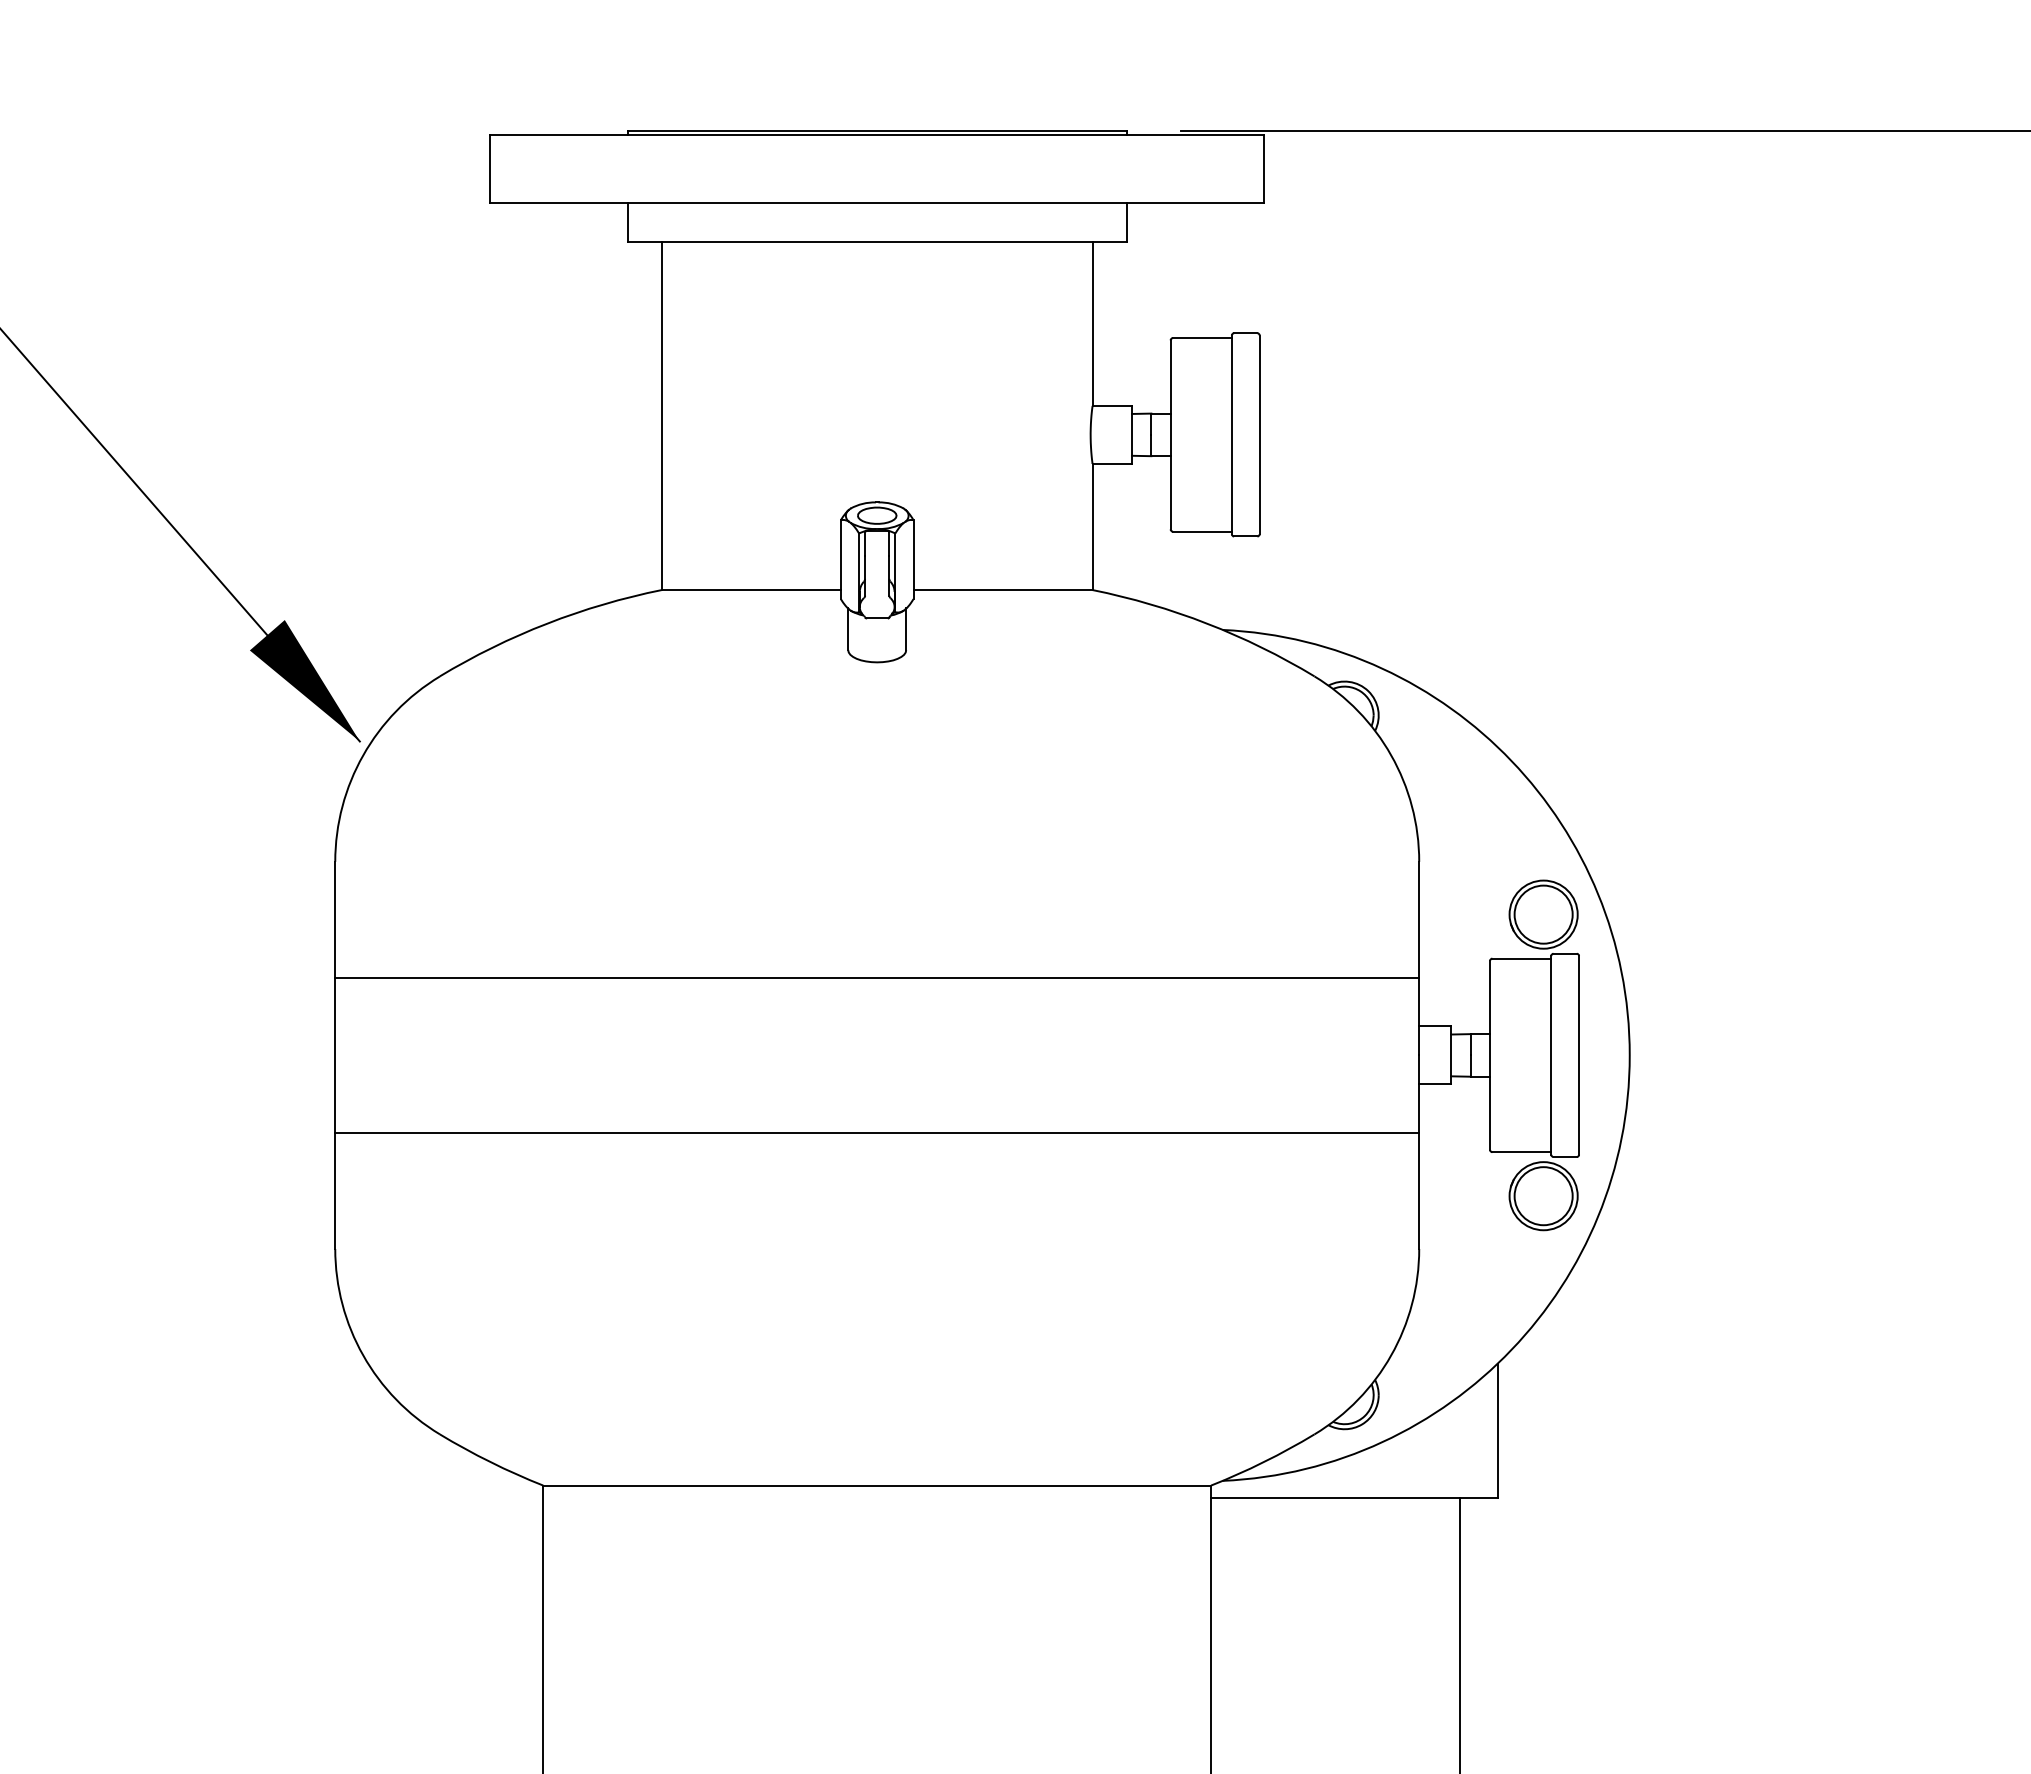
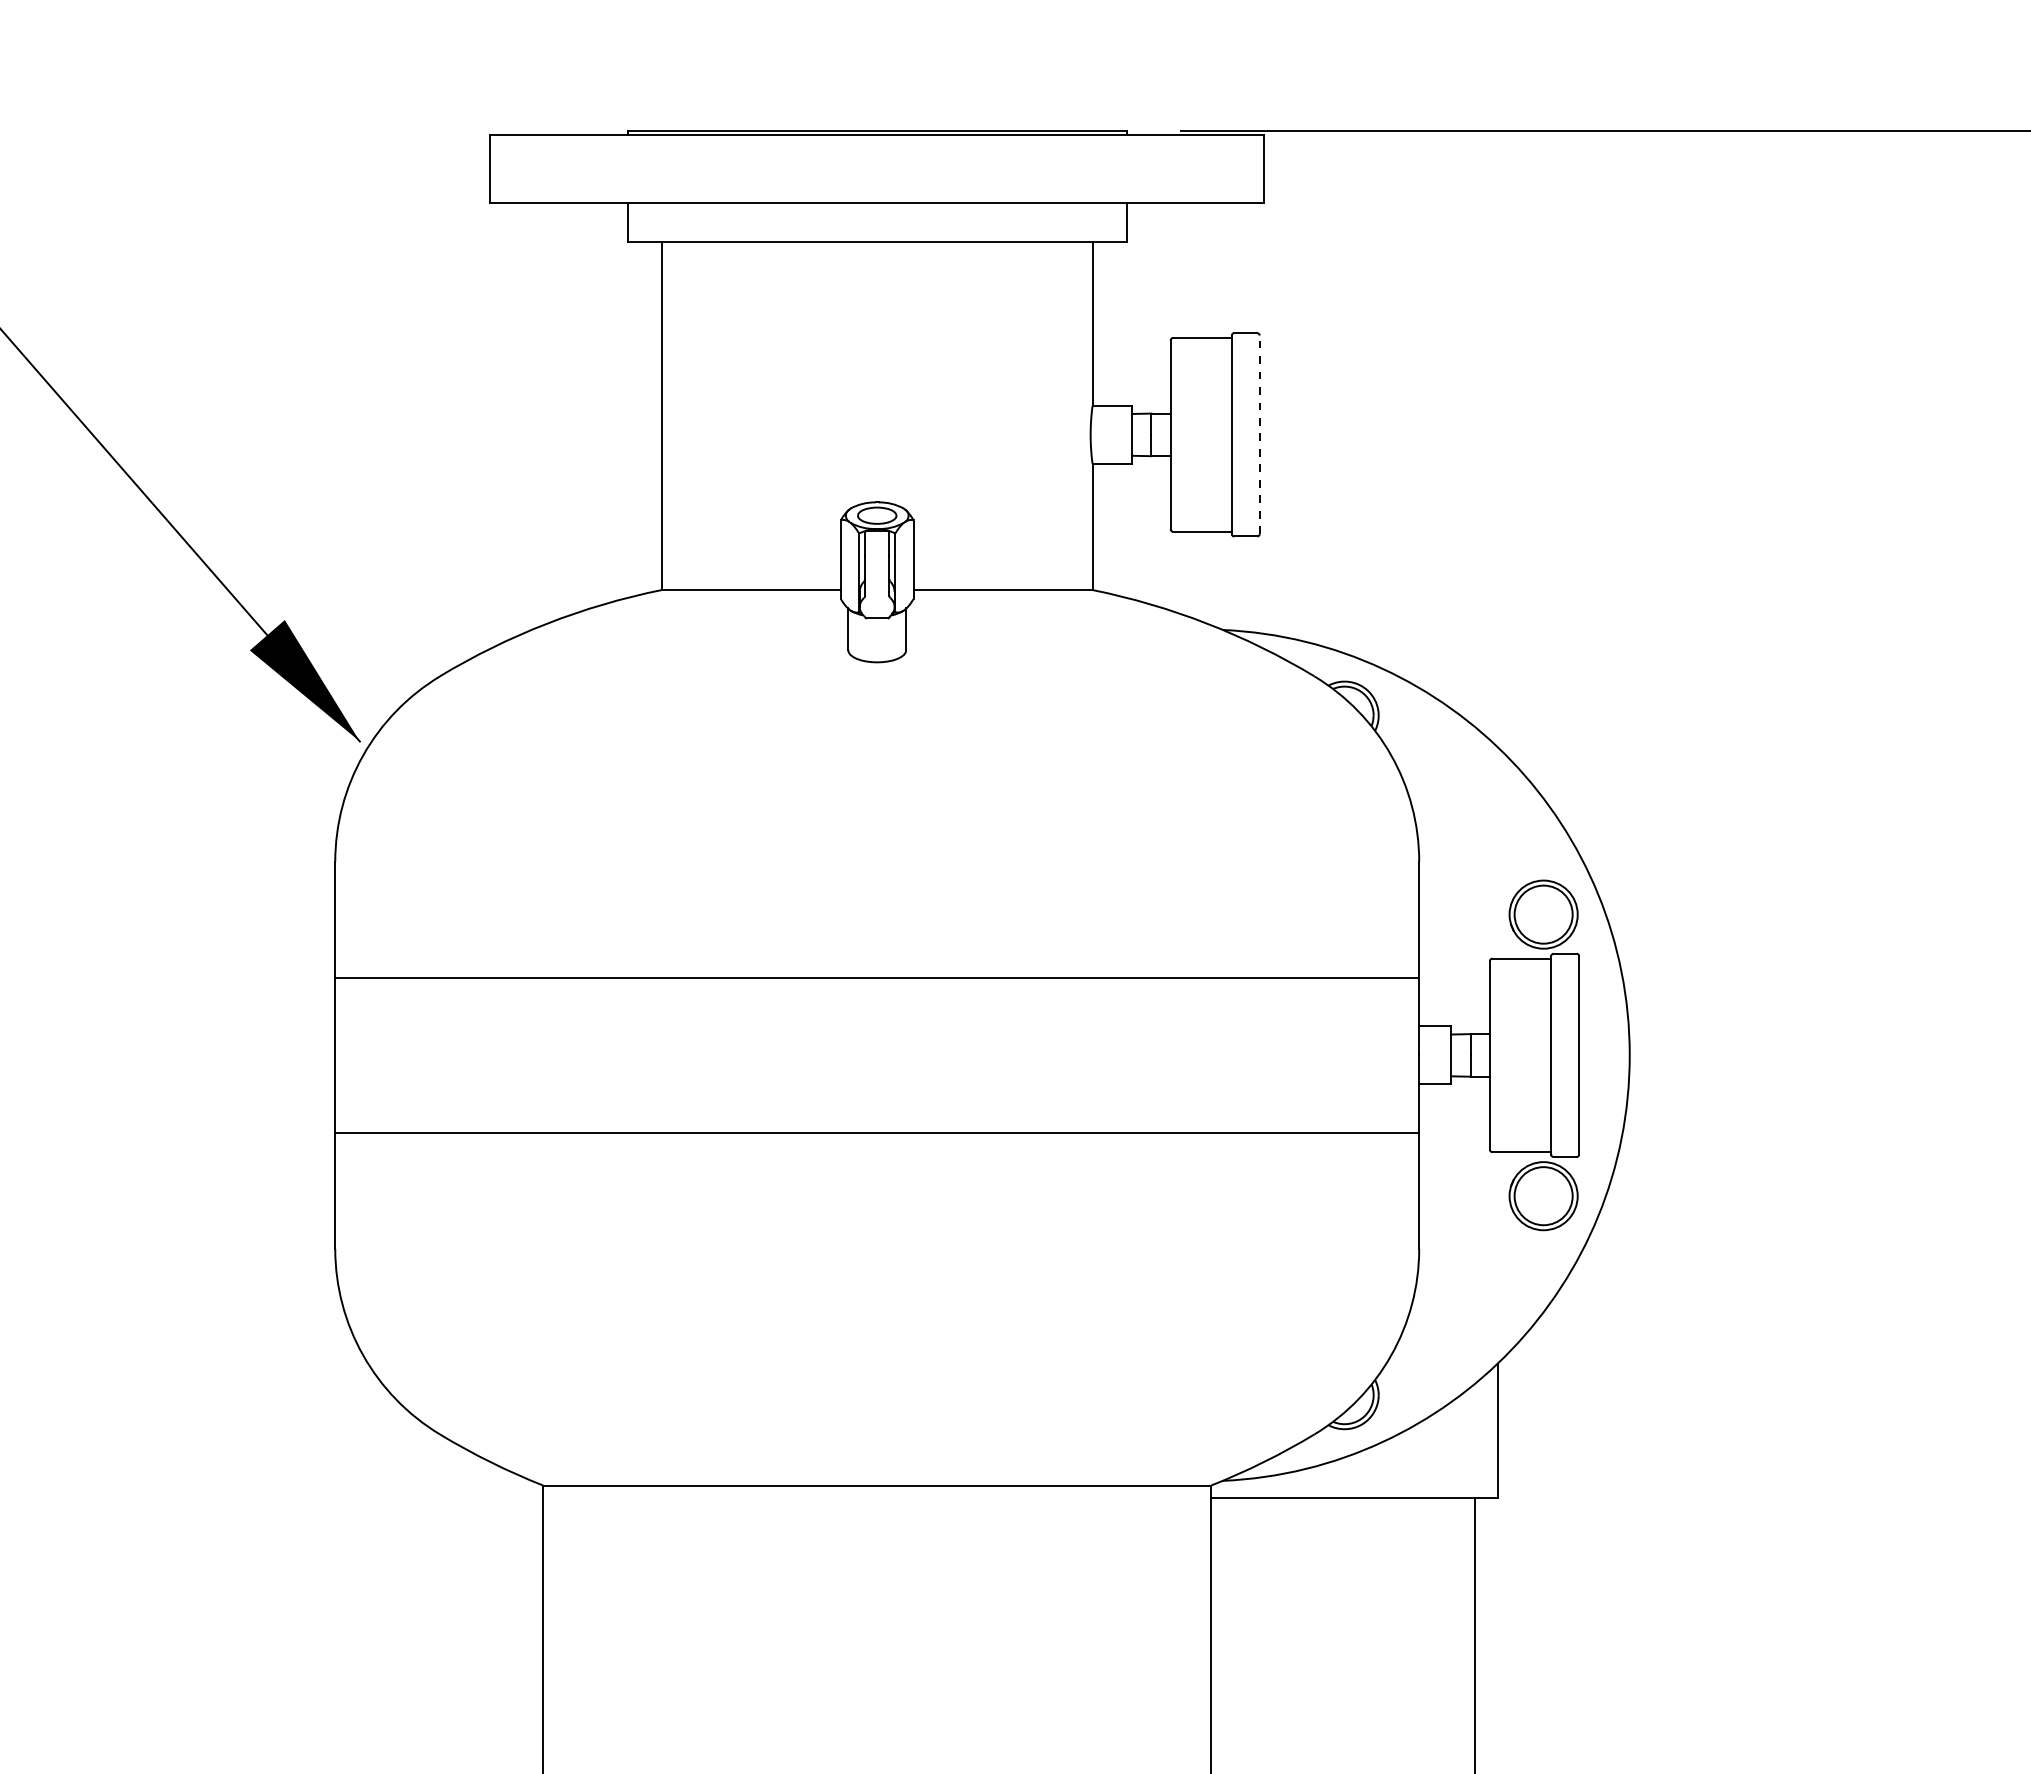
line at (1259, 434): solid -> dashed
line at (1460, 1634) position: (1460, 1634) -> (1475, 1634)
